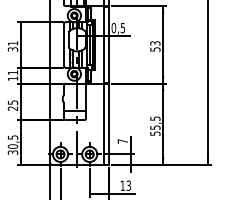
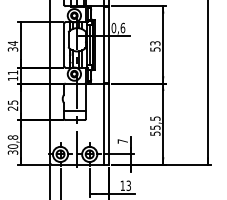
text at (122, 27): 0,5 -> 0,6
text at (13, 43): 31 -> 34
text at (12, 137): 30,5 -> 30,8
